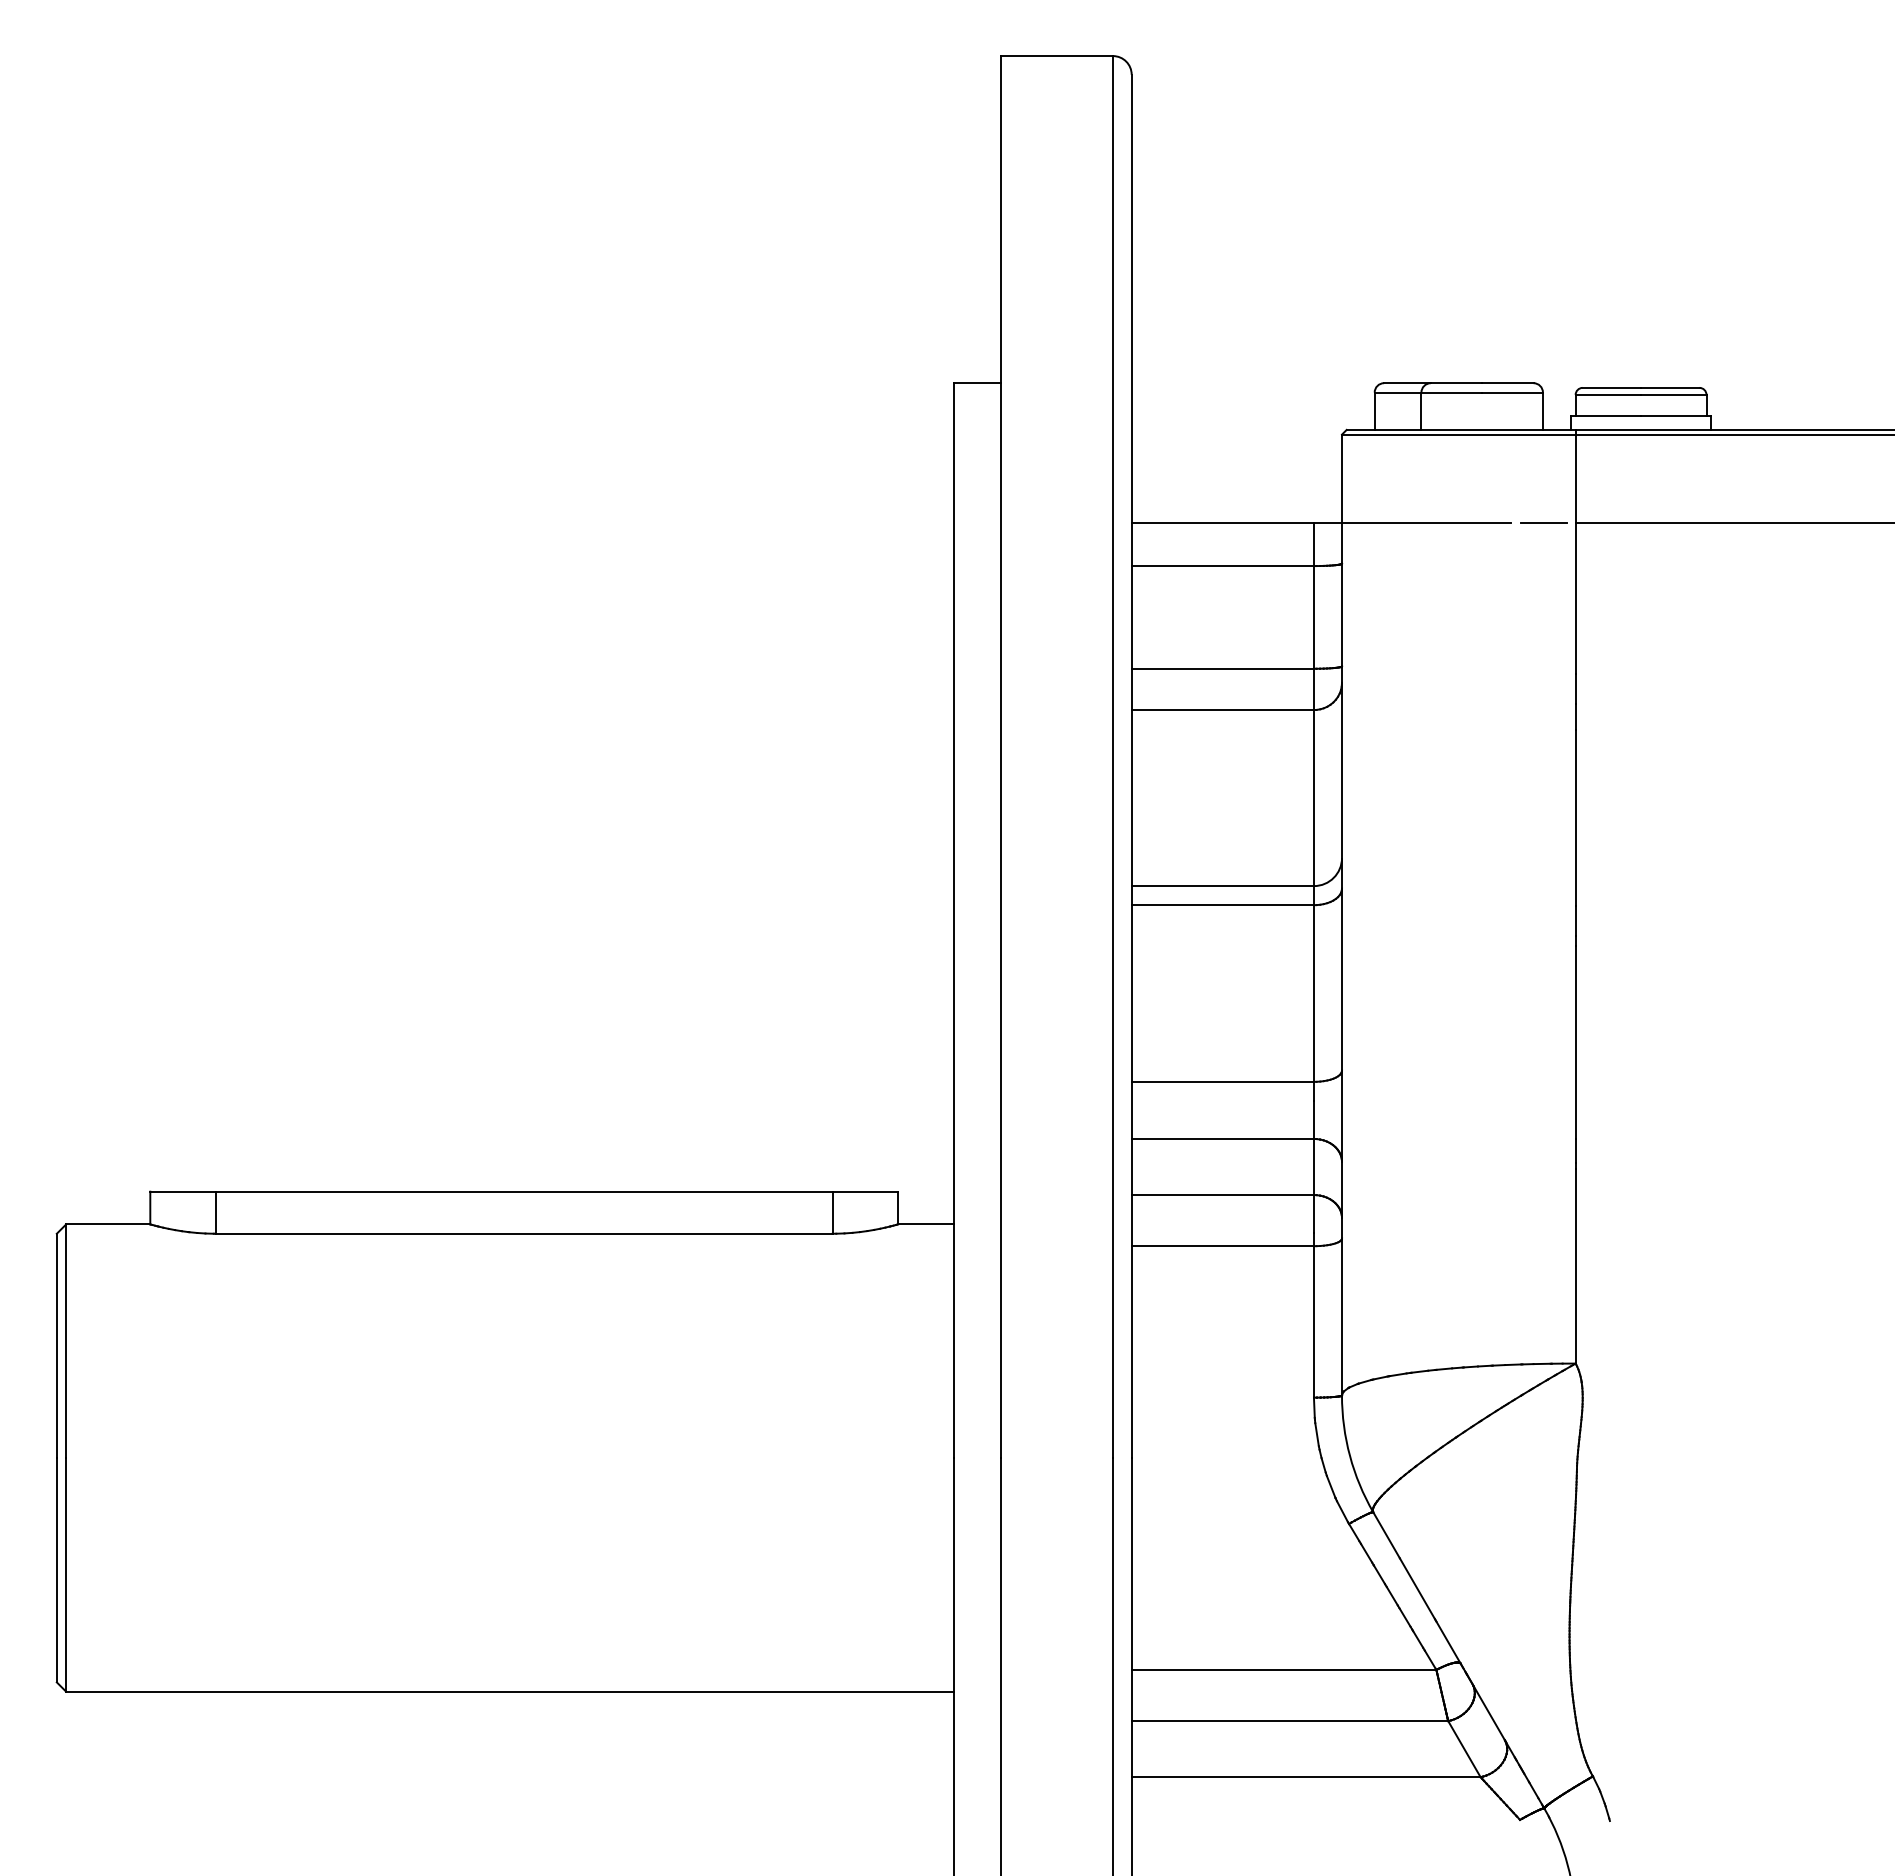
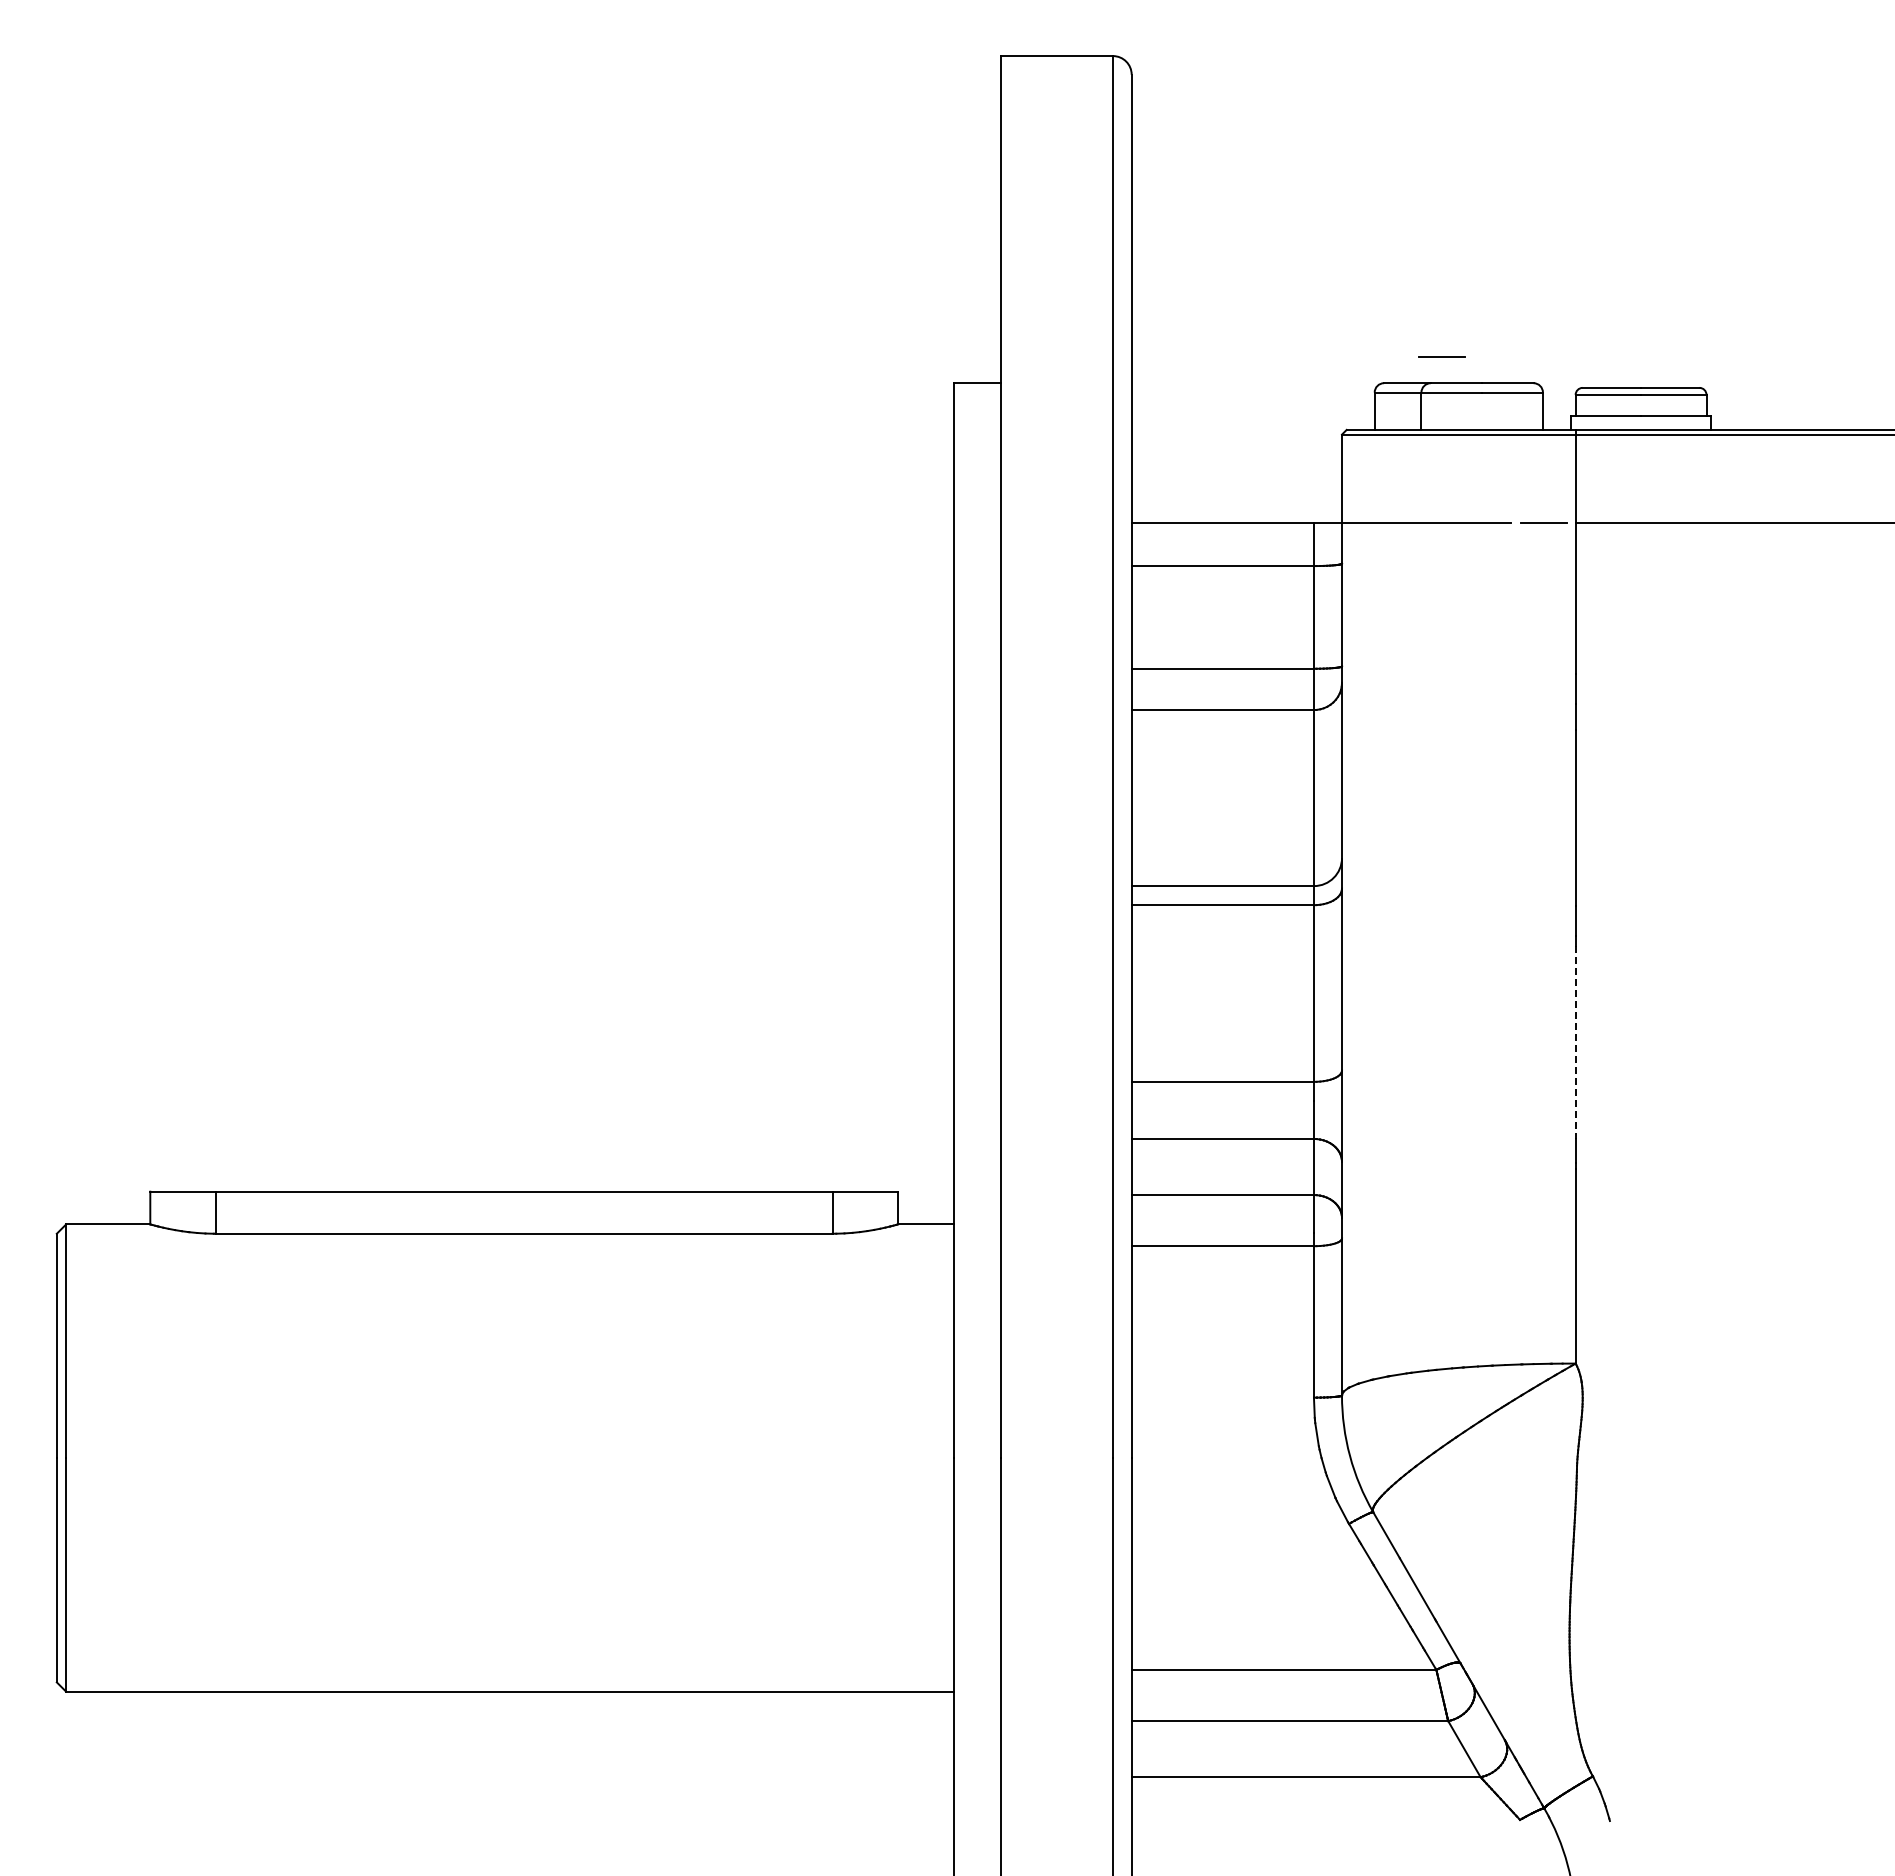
line at (1441, 356): none -> present
line at (1575, 1043): solid -> dashed
